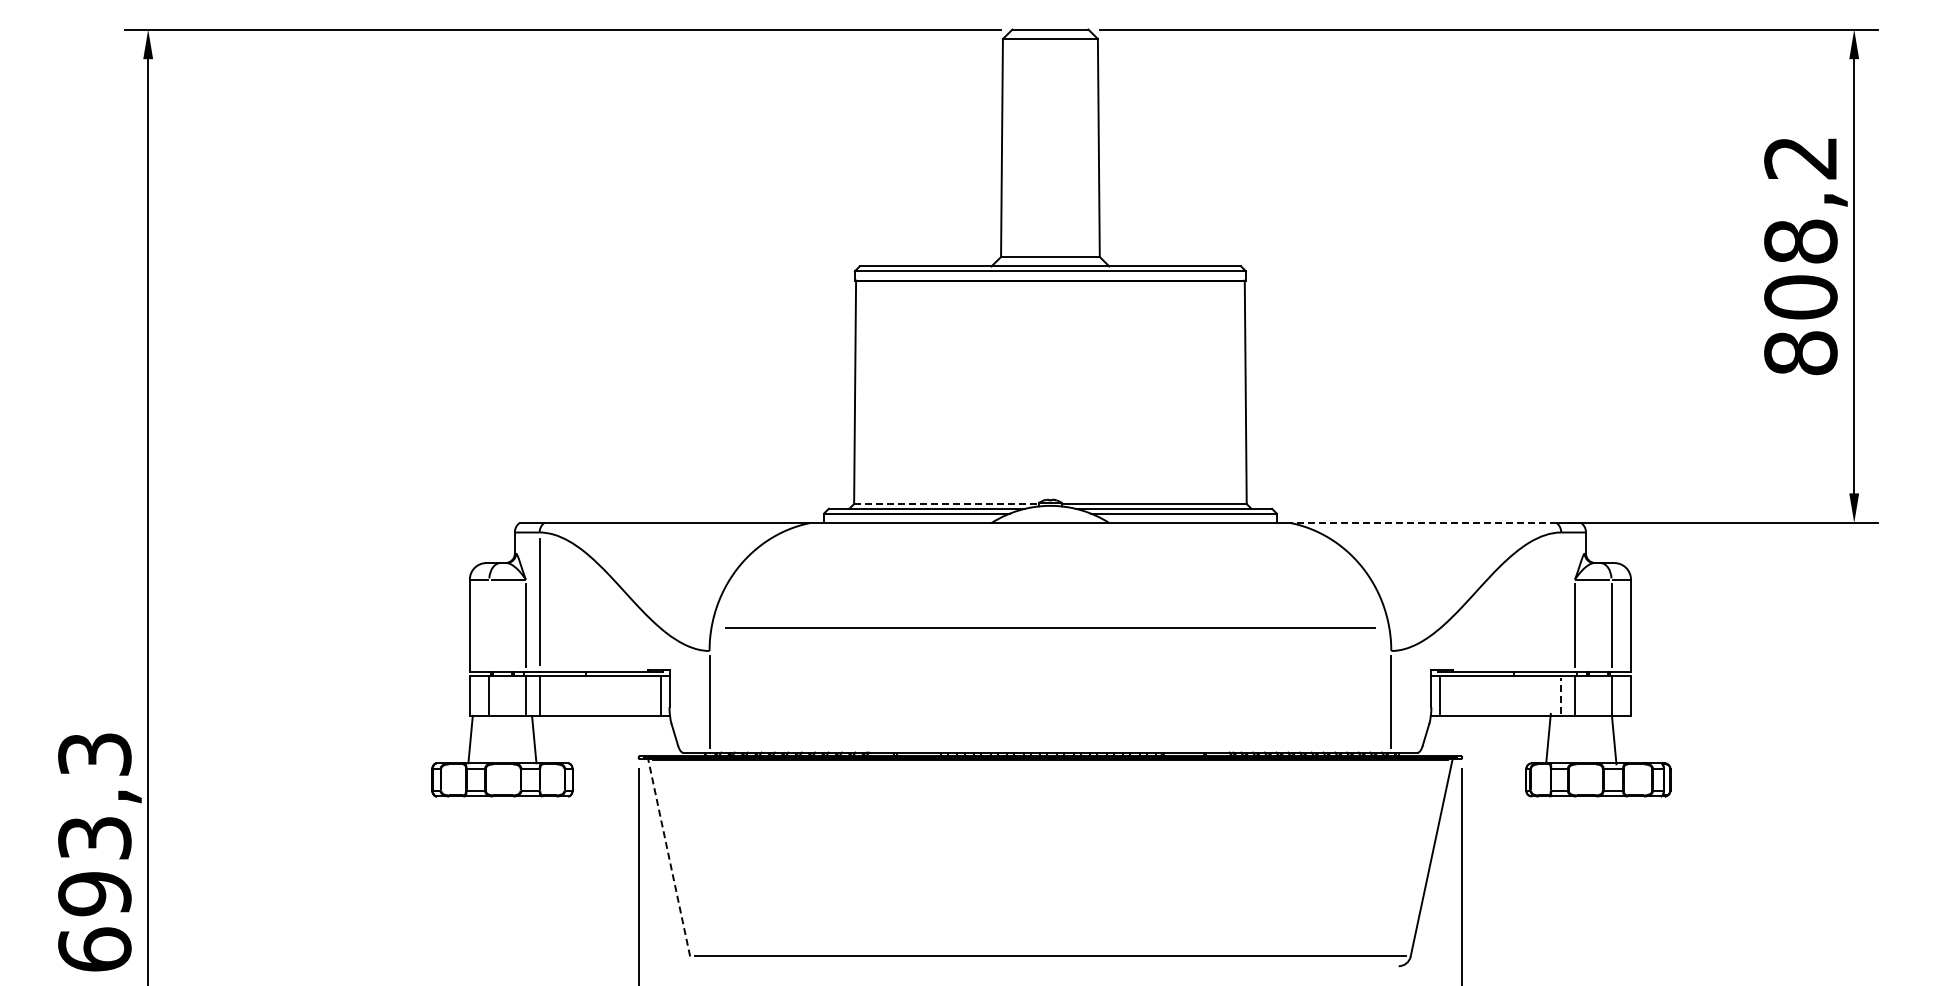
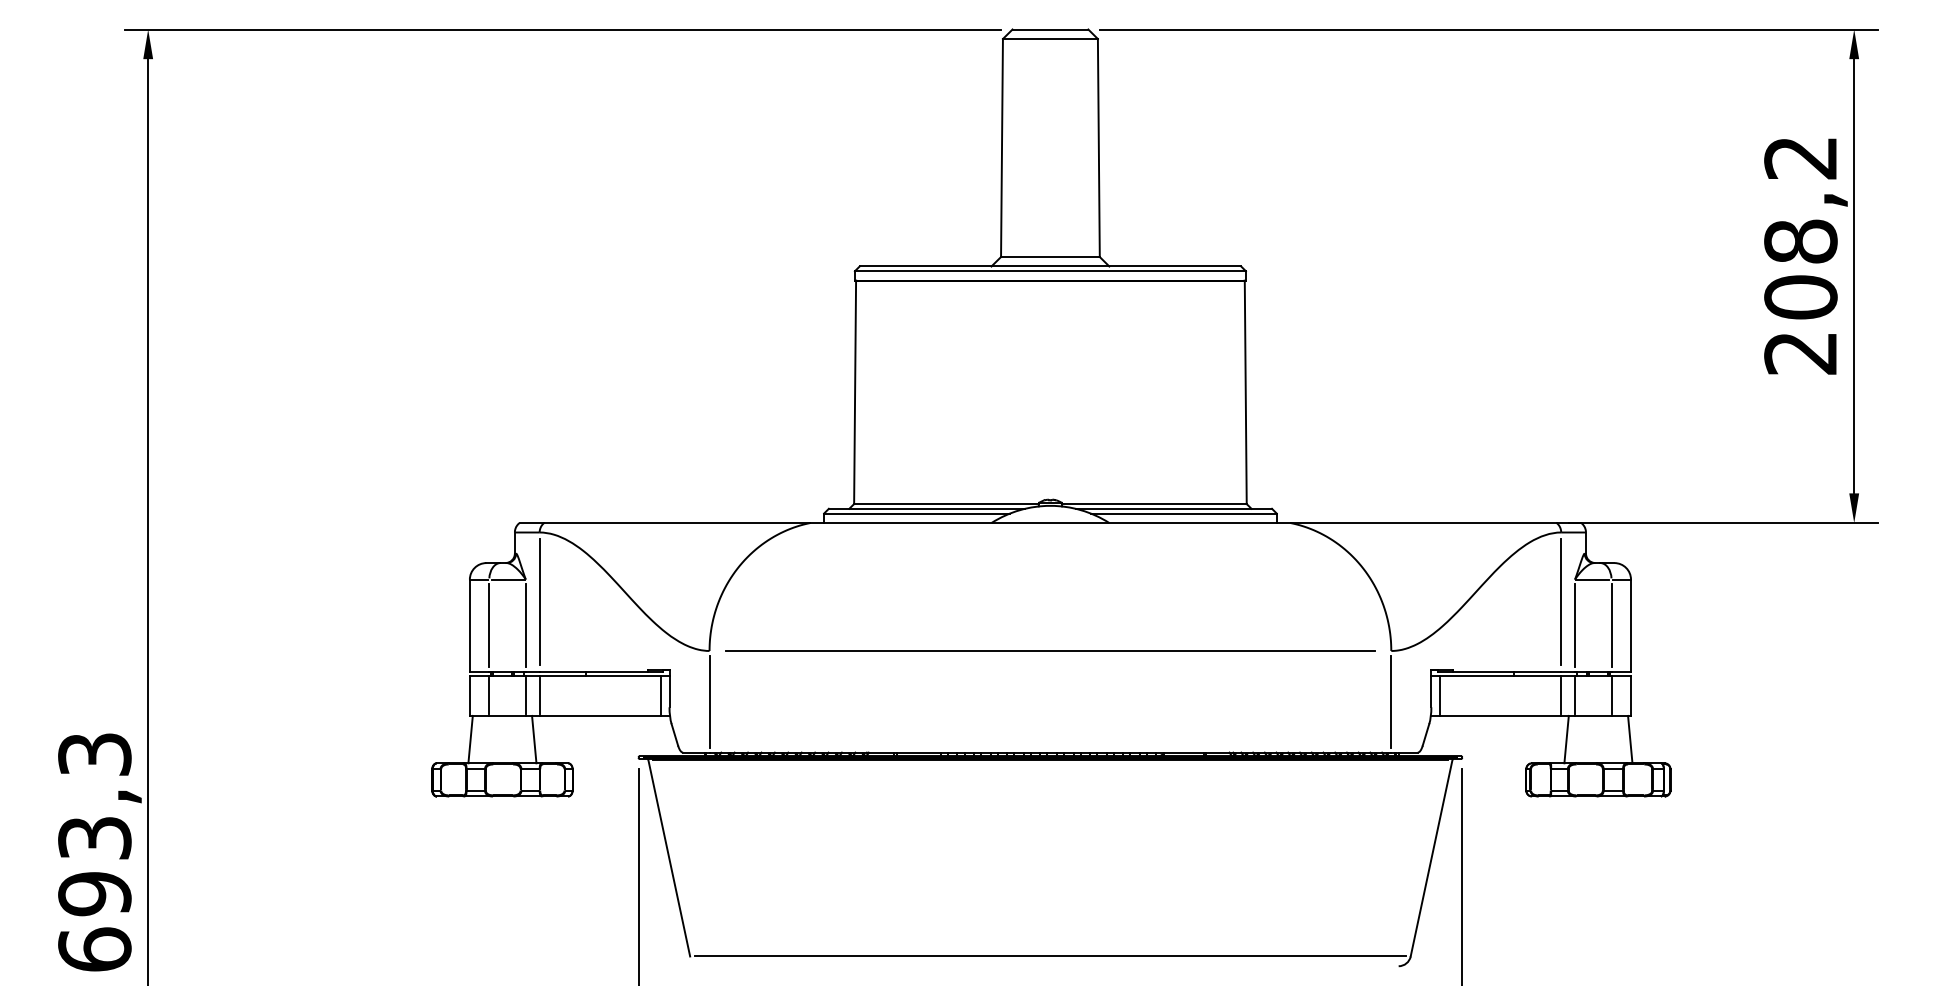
text at (1800, 353): 808,2 -> 208,2
line at (947, 504): dashed -> solid
line at (1423, 523): dashed -> solid
line at (1561, 602): none -> present
line at (489, 625): none -> present
line at (1050, 627) position: (1050, 627) -> (1050, 650)
line at (1561, 695): dashed -> solid
line at (1548, 737) position: (1548, 737) -> (1566, 739)
line at (1614, 740) position: (1614, 740) -> (1630, 739)
line at (669, 857): dashed -> solid
